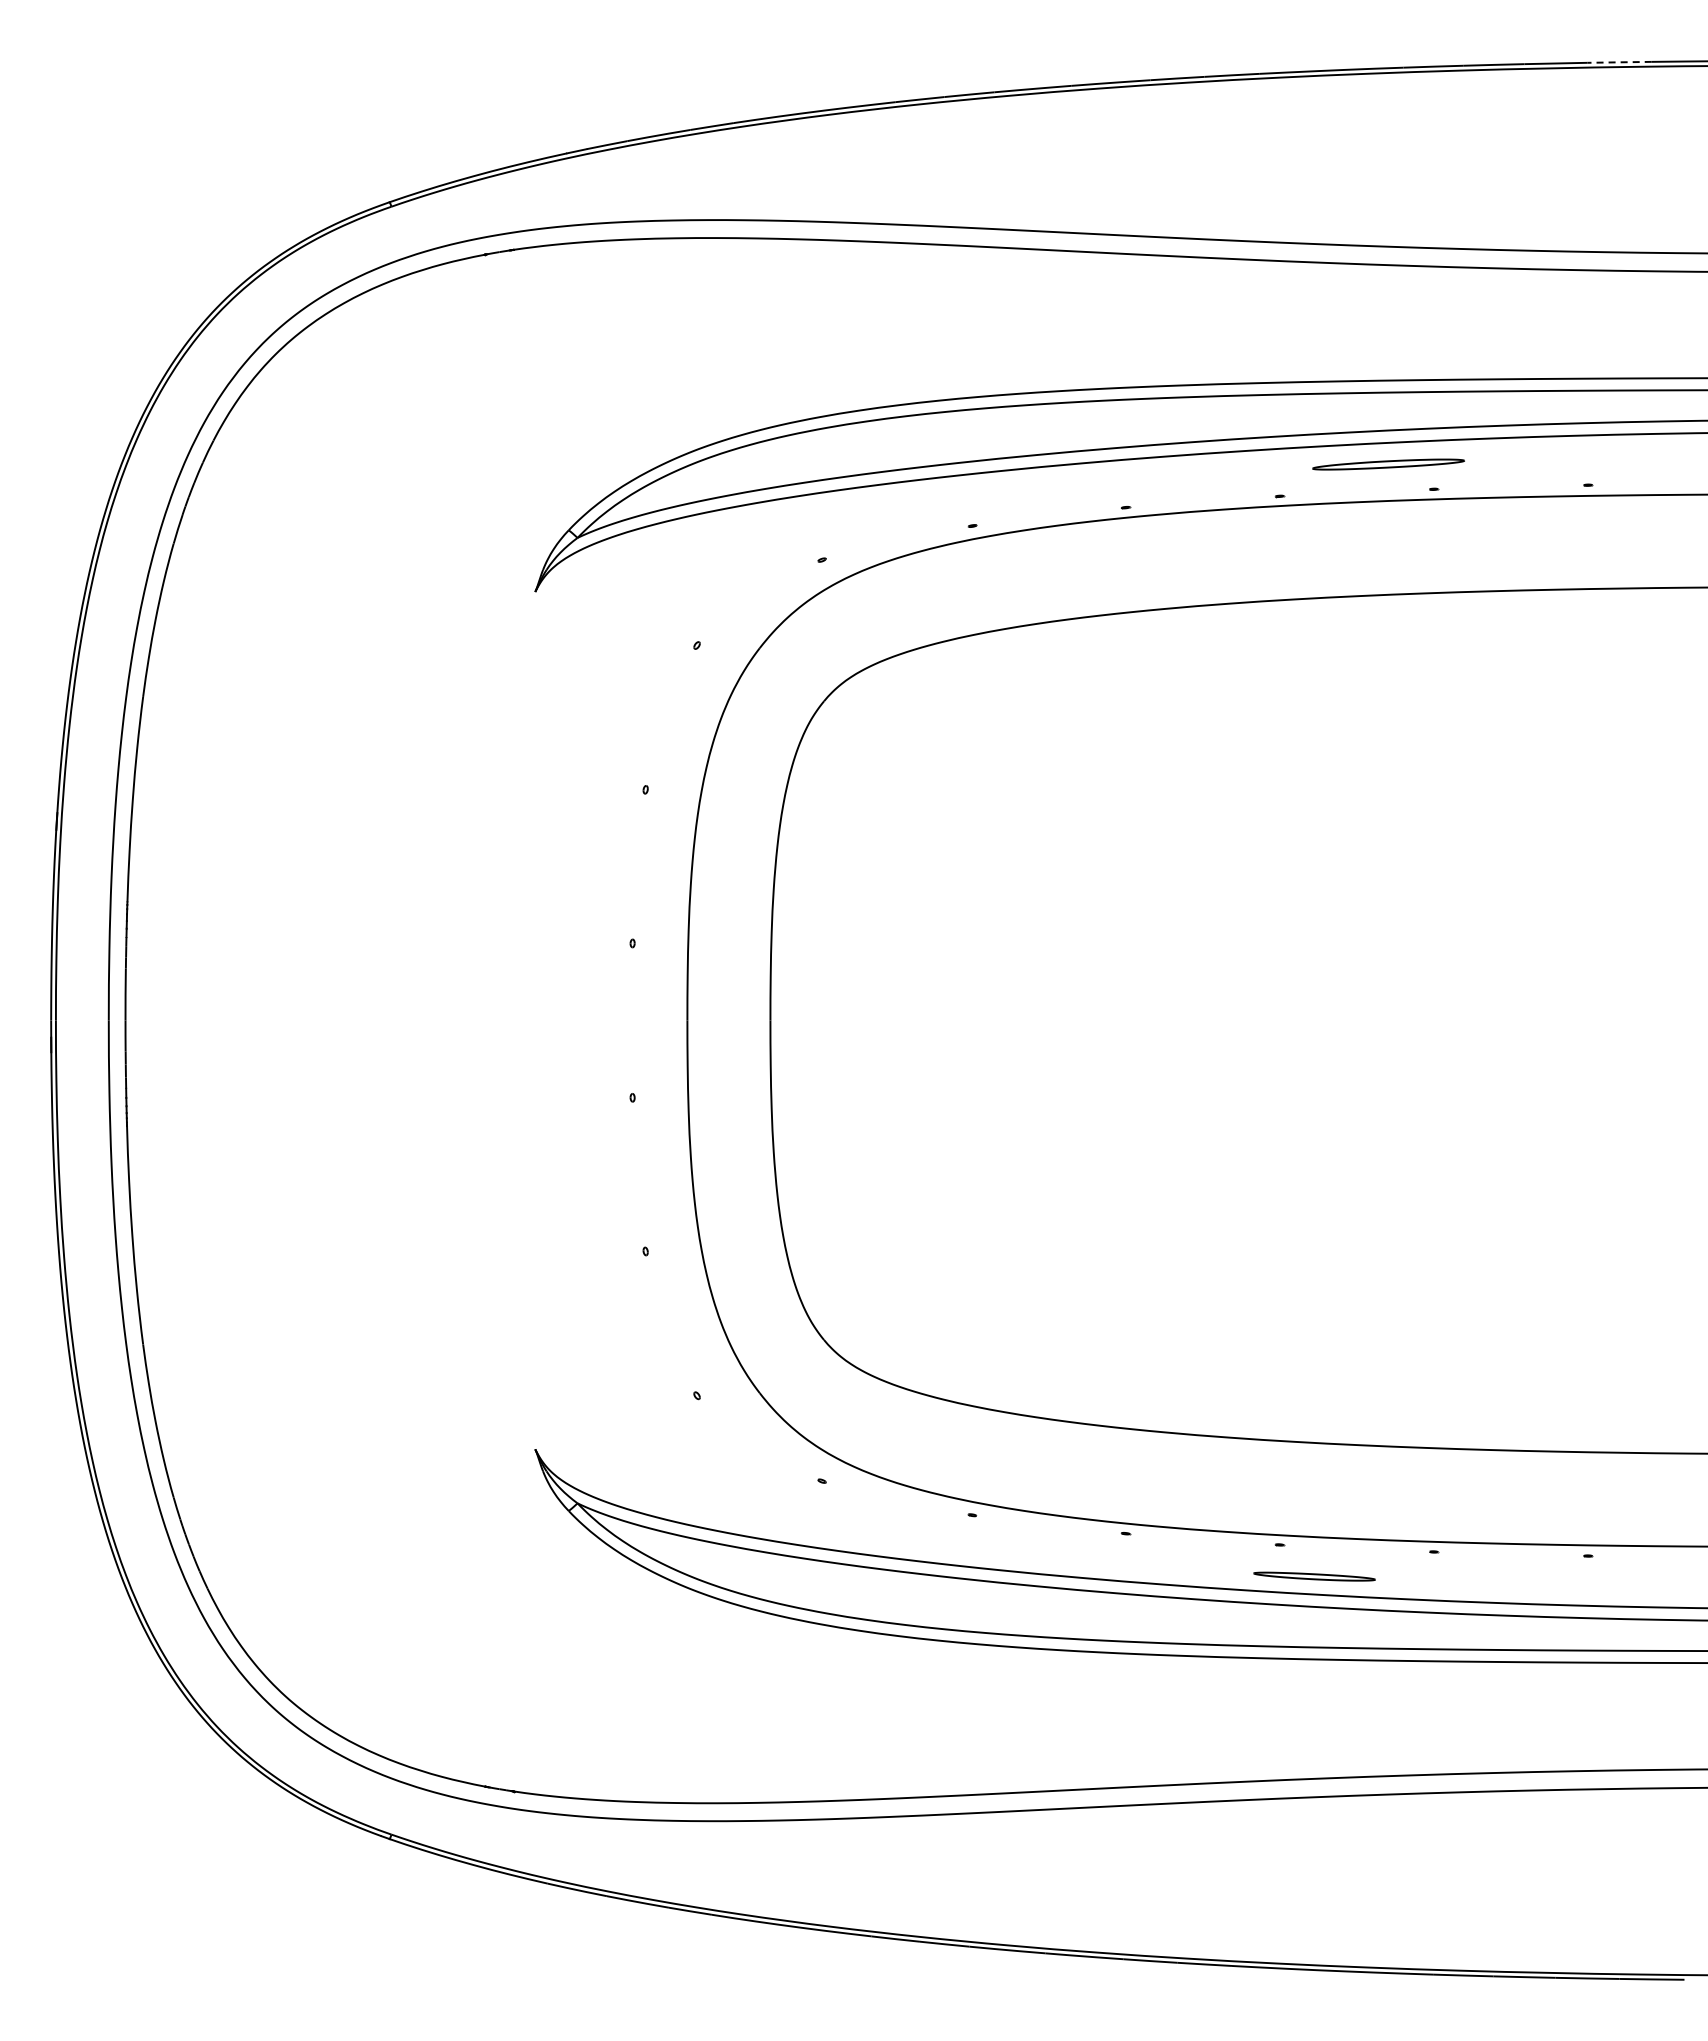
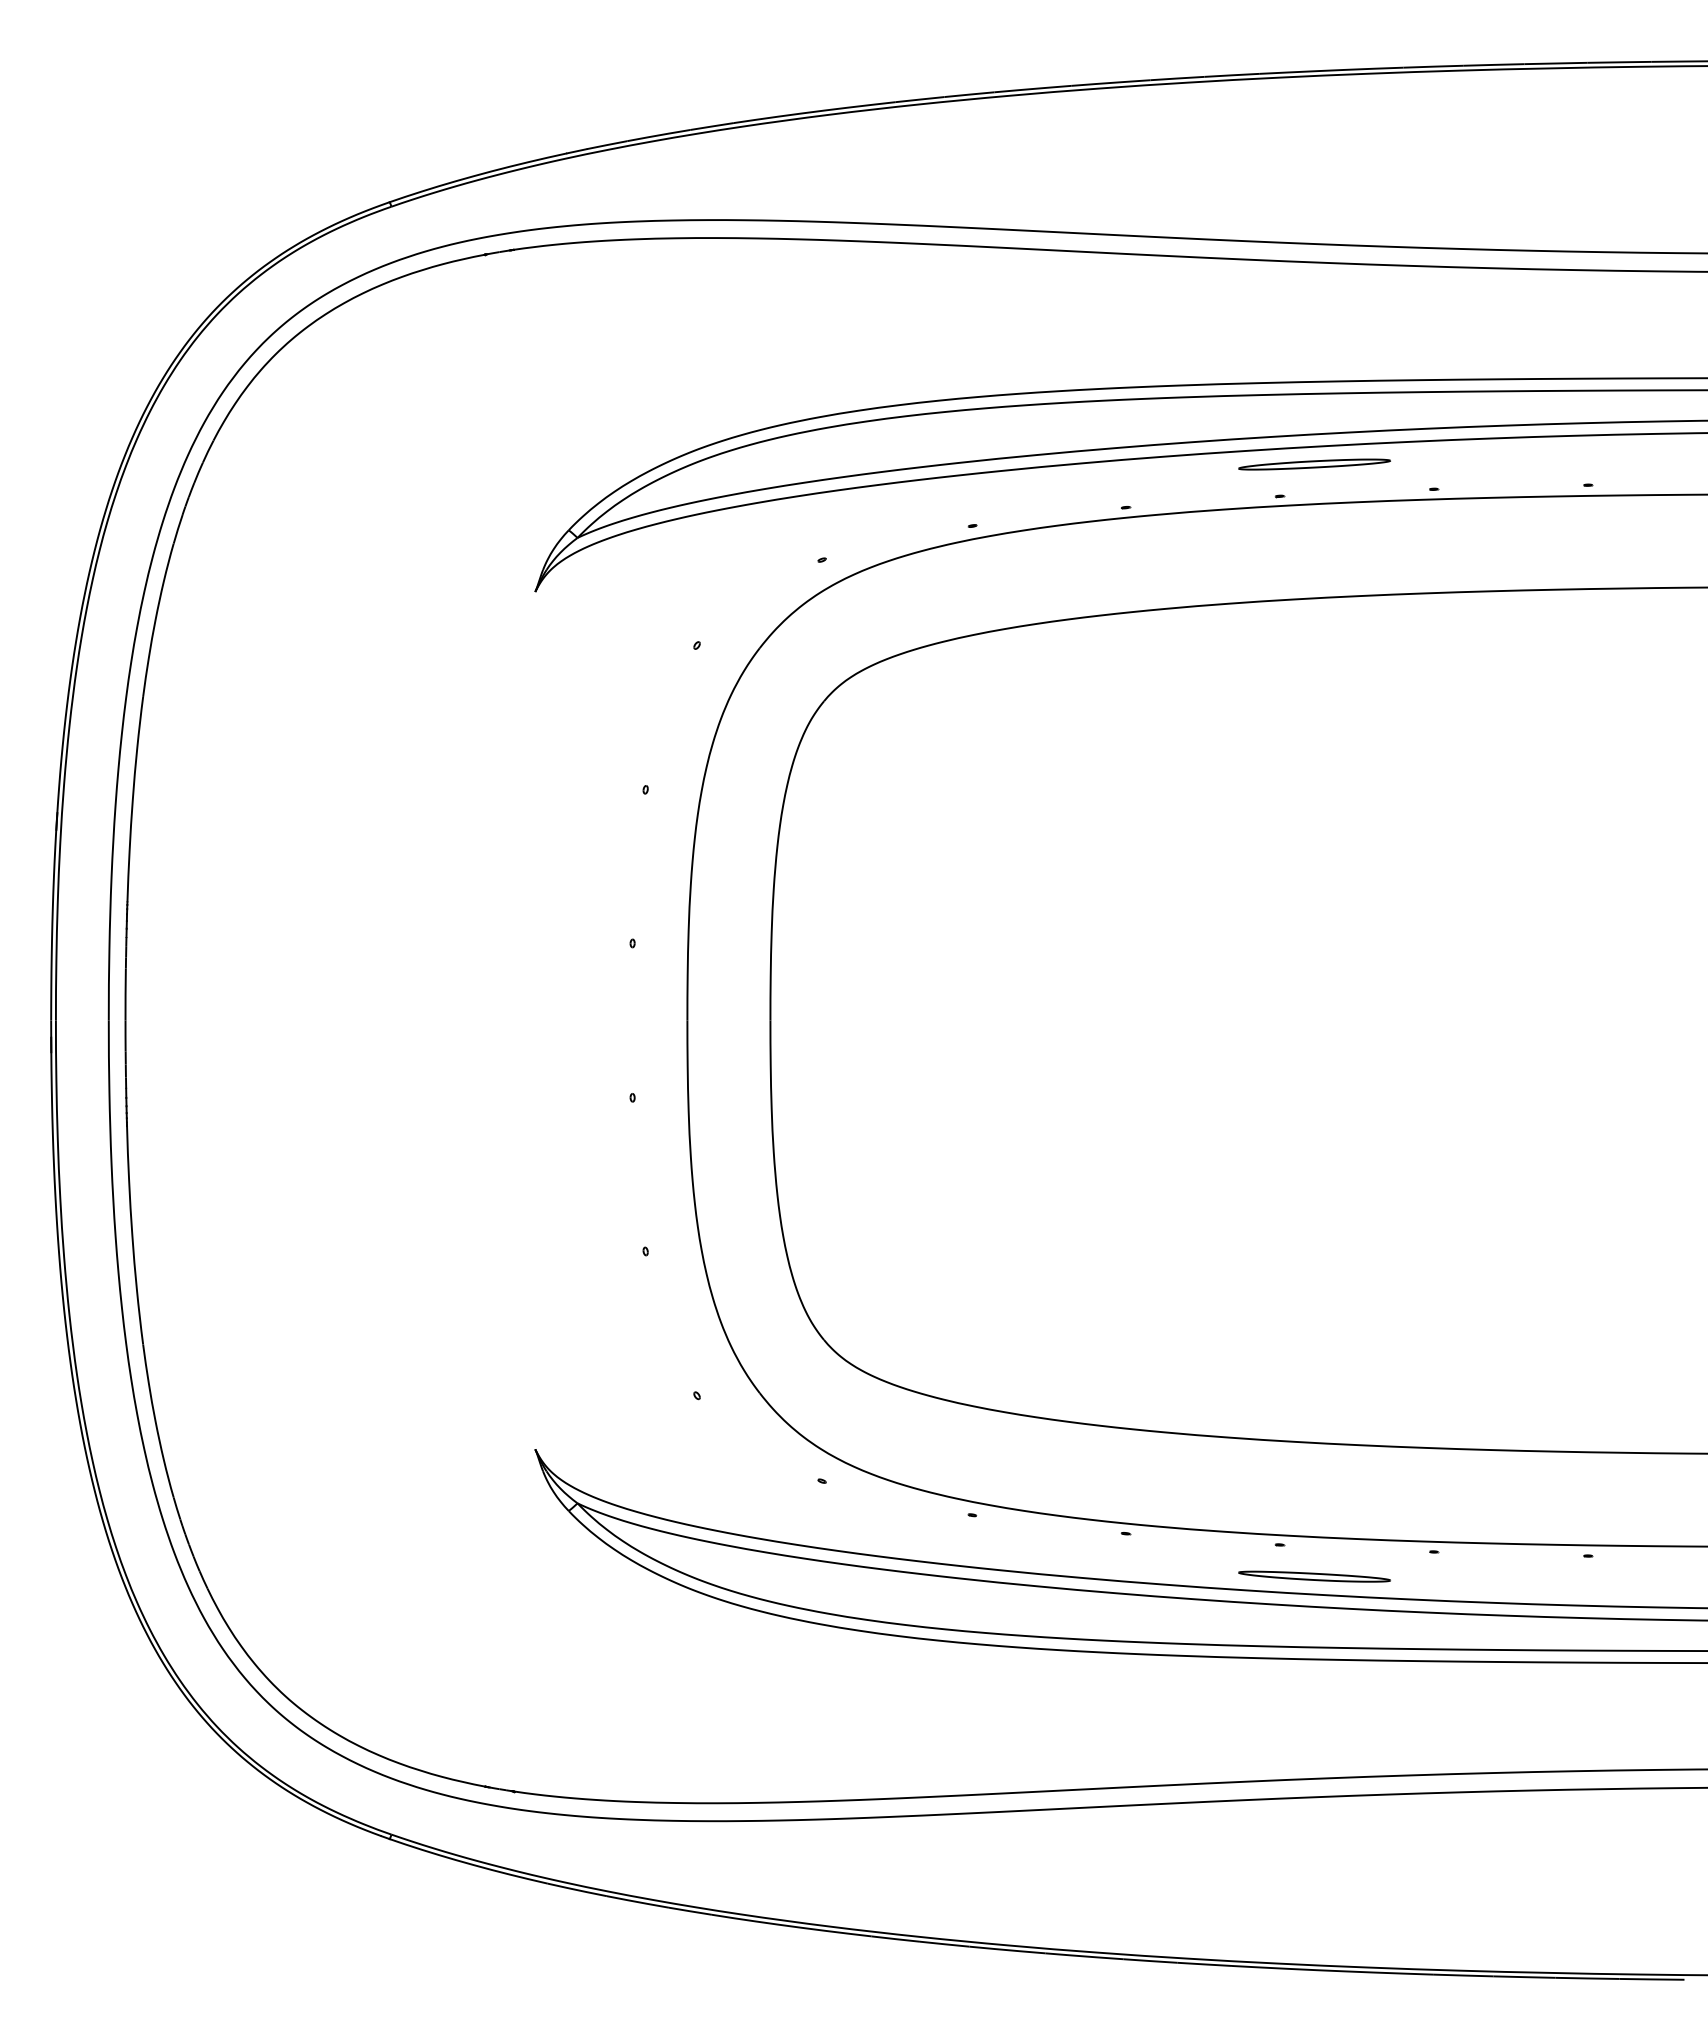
line at (1619, 62): dashed -> solid
part at (1388, 464) position: (1388, 464) -> (1314, 464)
part at (1314, 1576) size: 123x11 px -> 153x13 px
